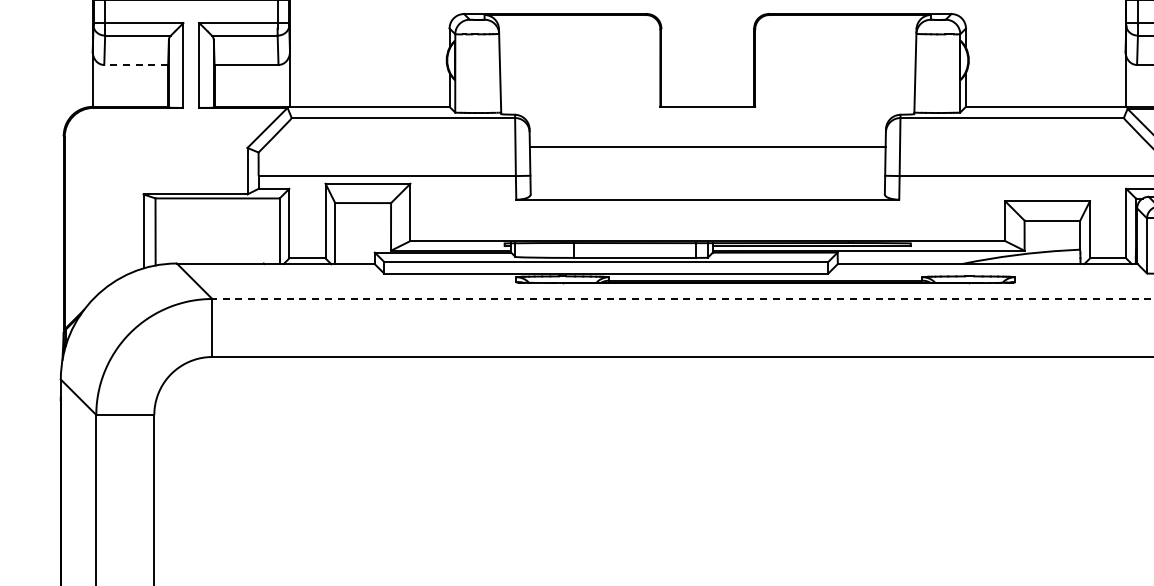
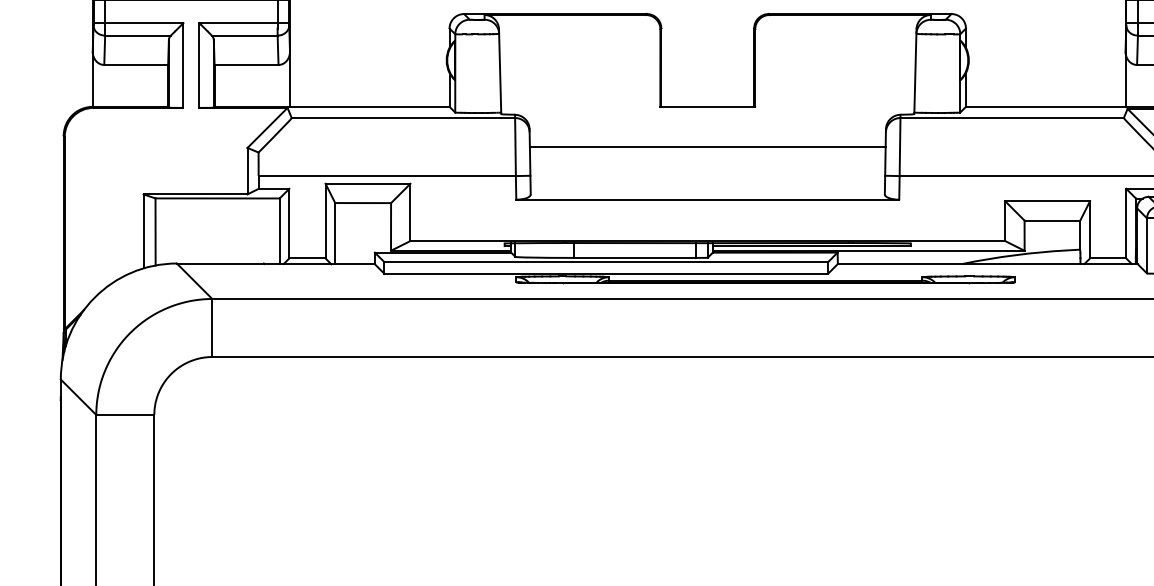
line at (136, 64): dashed -> solid
line at (682, 299): dashed -> solid
